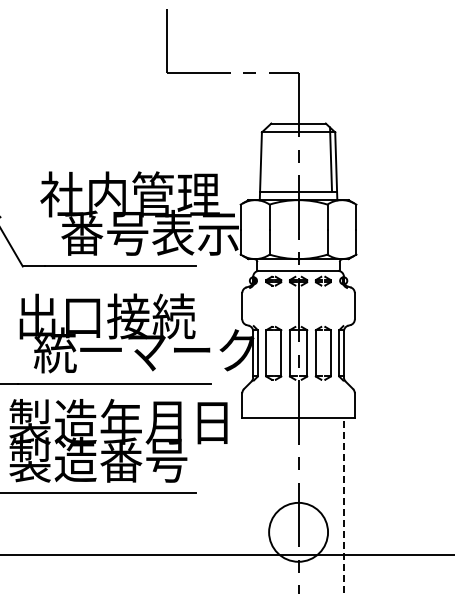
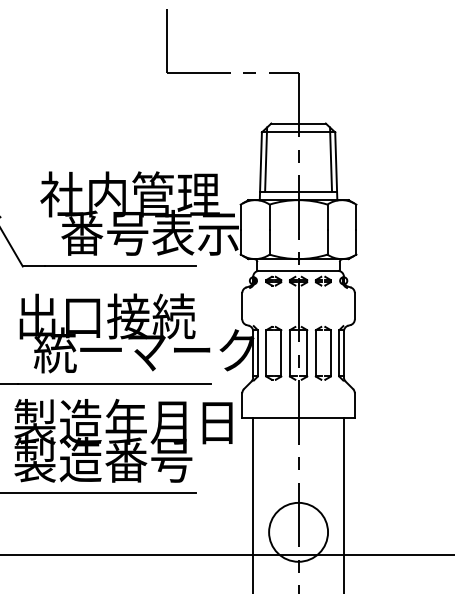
line at (266, 159): none -> present
text at (118, 440) position: (118, 440) -> (123, 440)
line at (252, 504): none -> present
line at (344, 505): dashed -> solid
